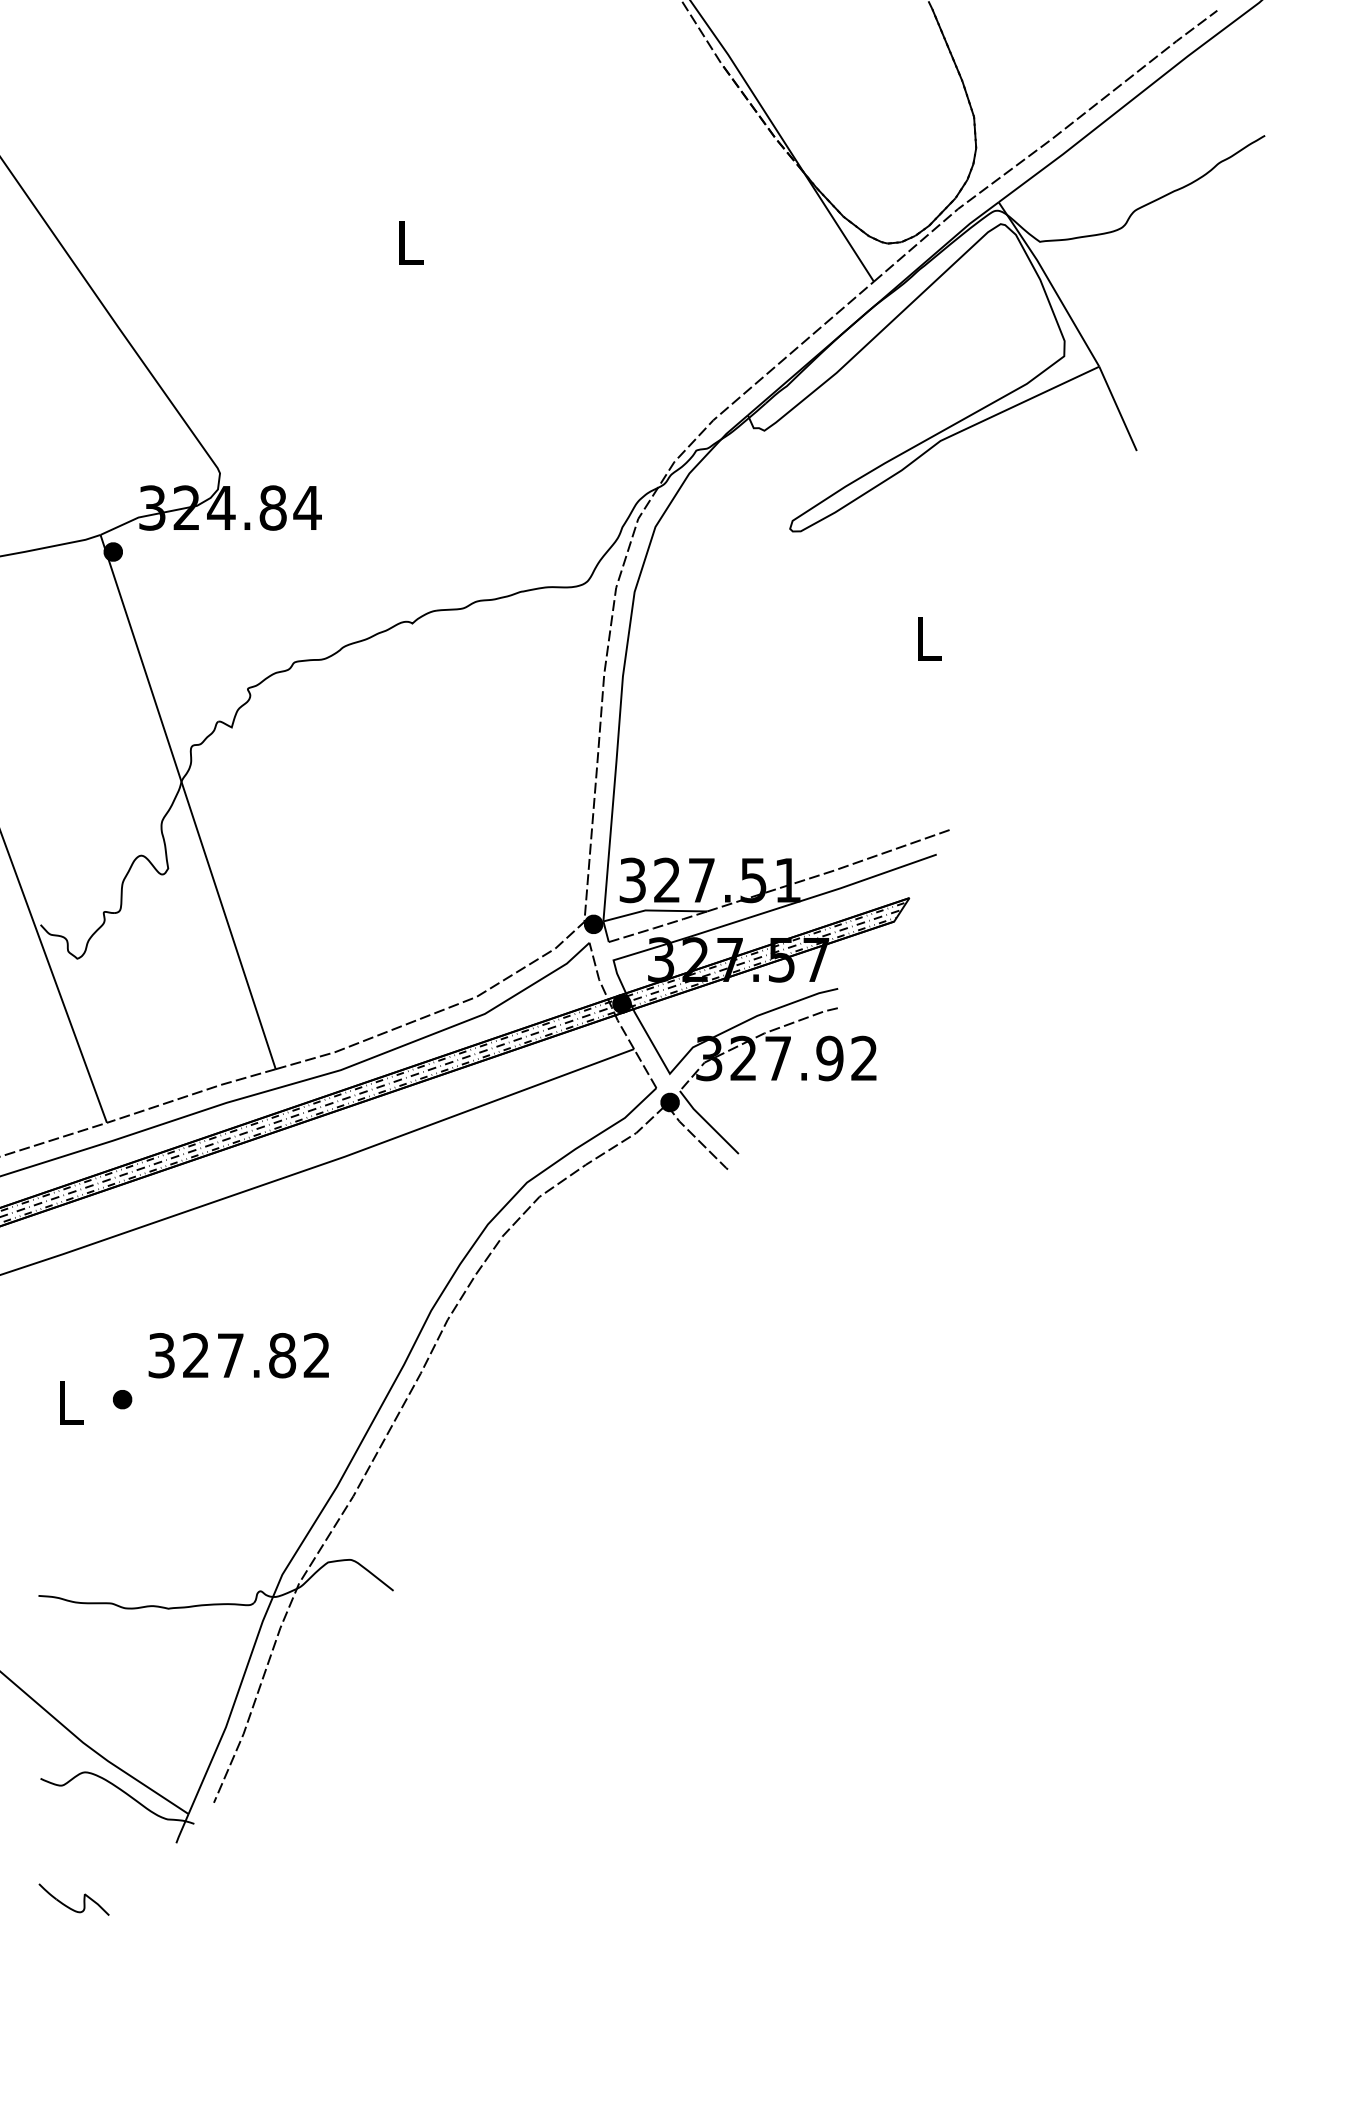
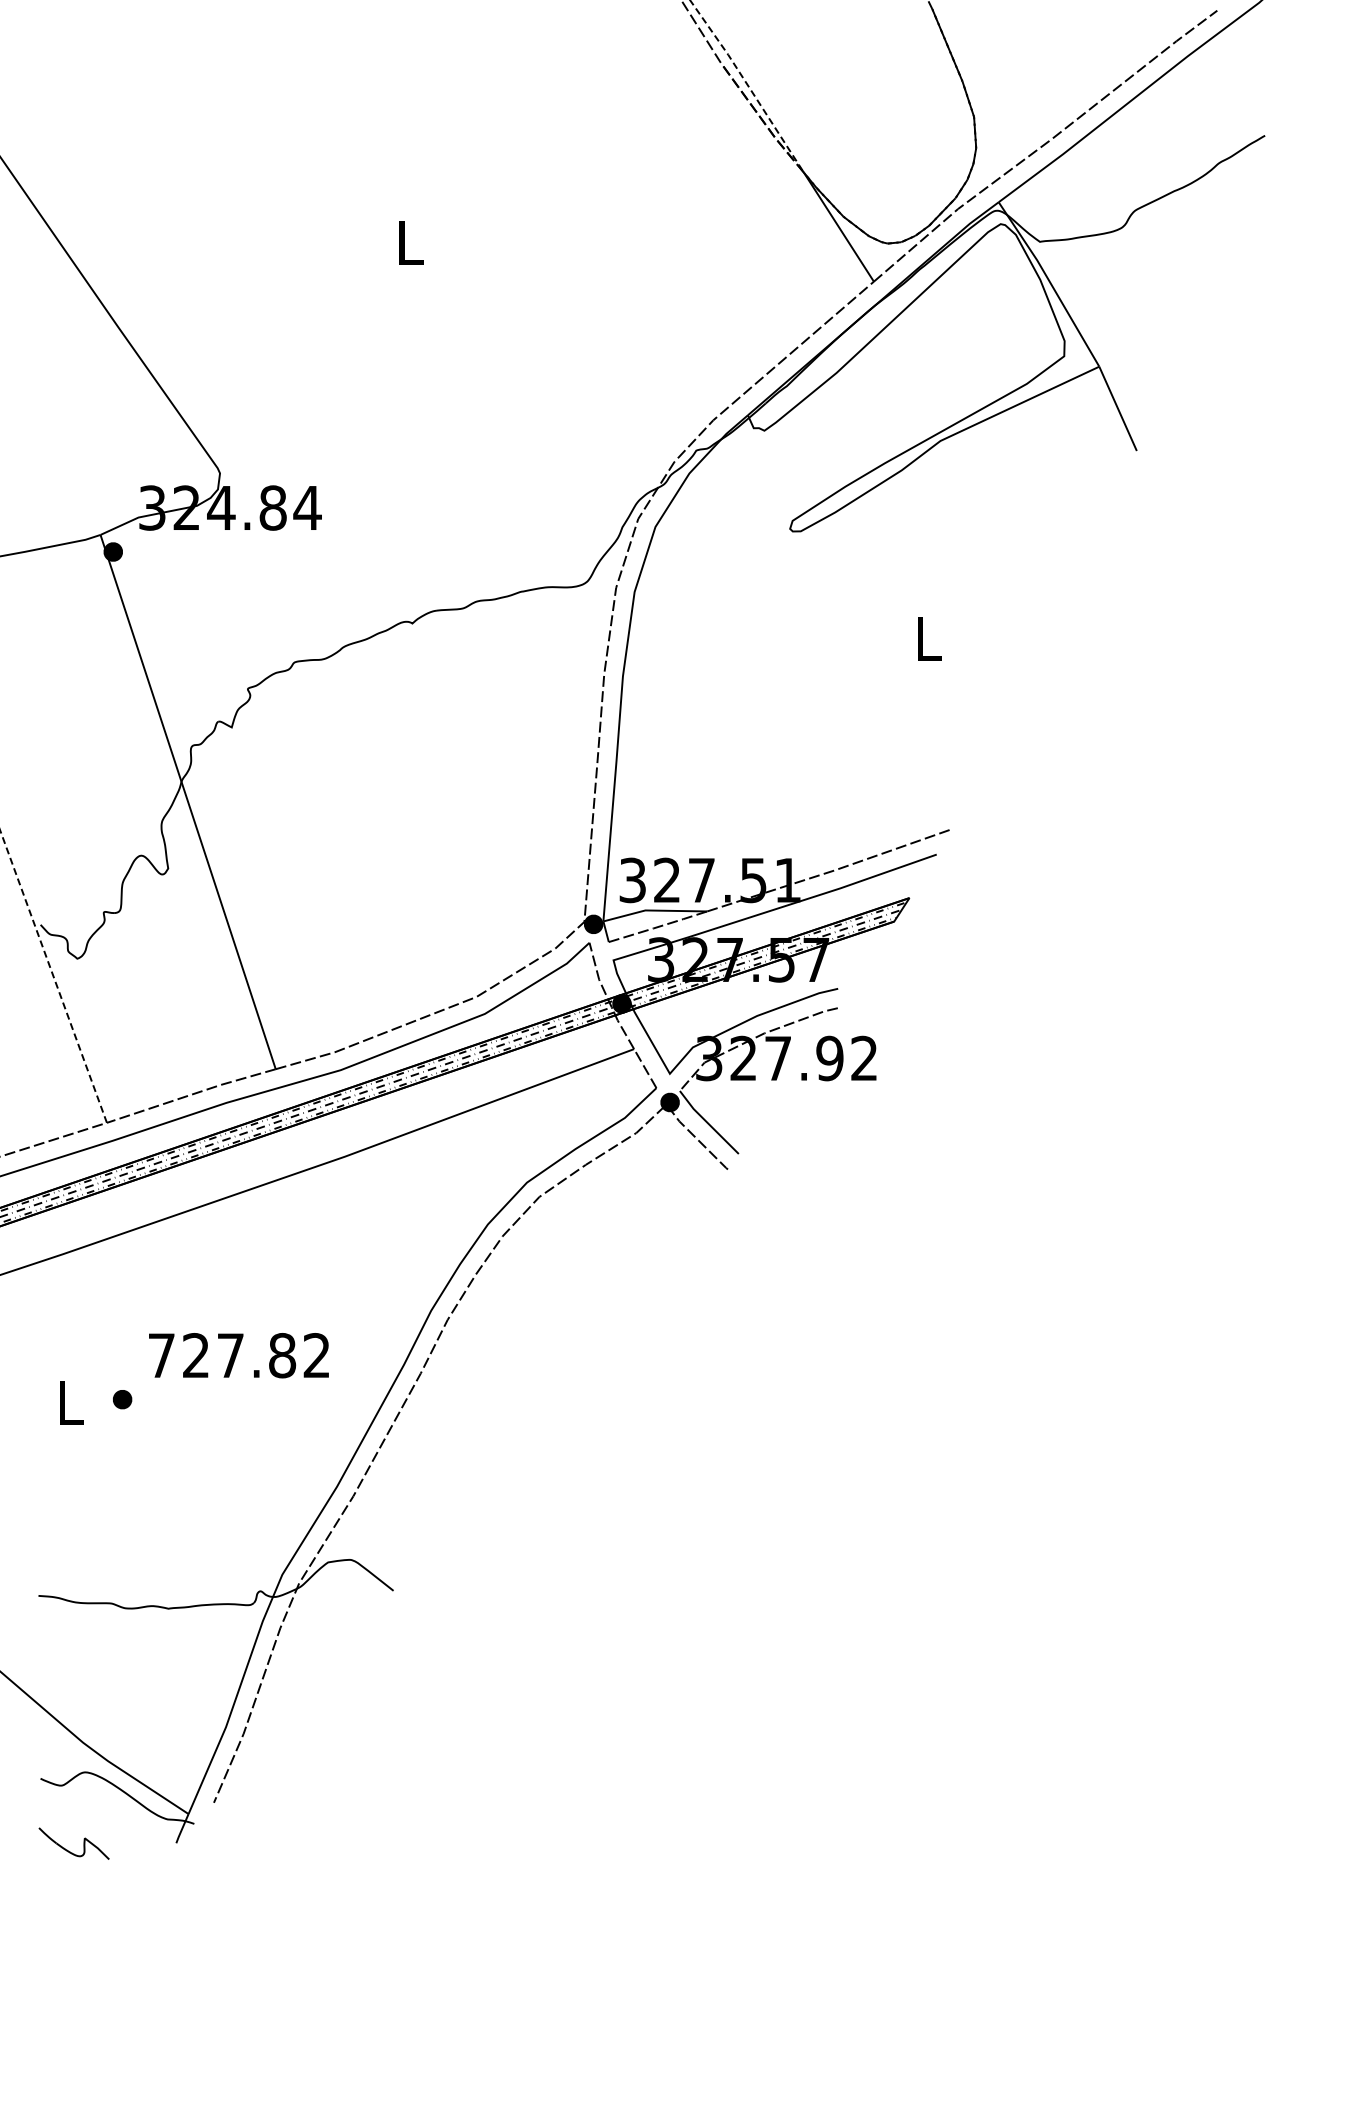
line at (748, 85): solid -> dashed
line at (53, 976): solid -> dashed
text at (161, 1355): 327.82 -> 727.82
part at (67, 1905) position: (67, 1905) -> (67, 1849)
